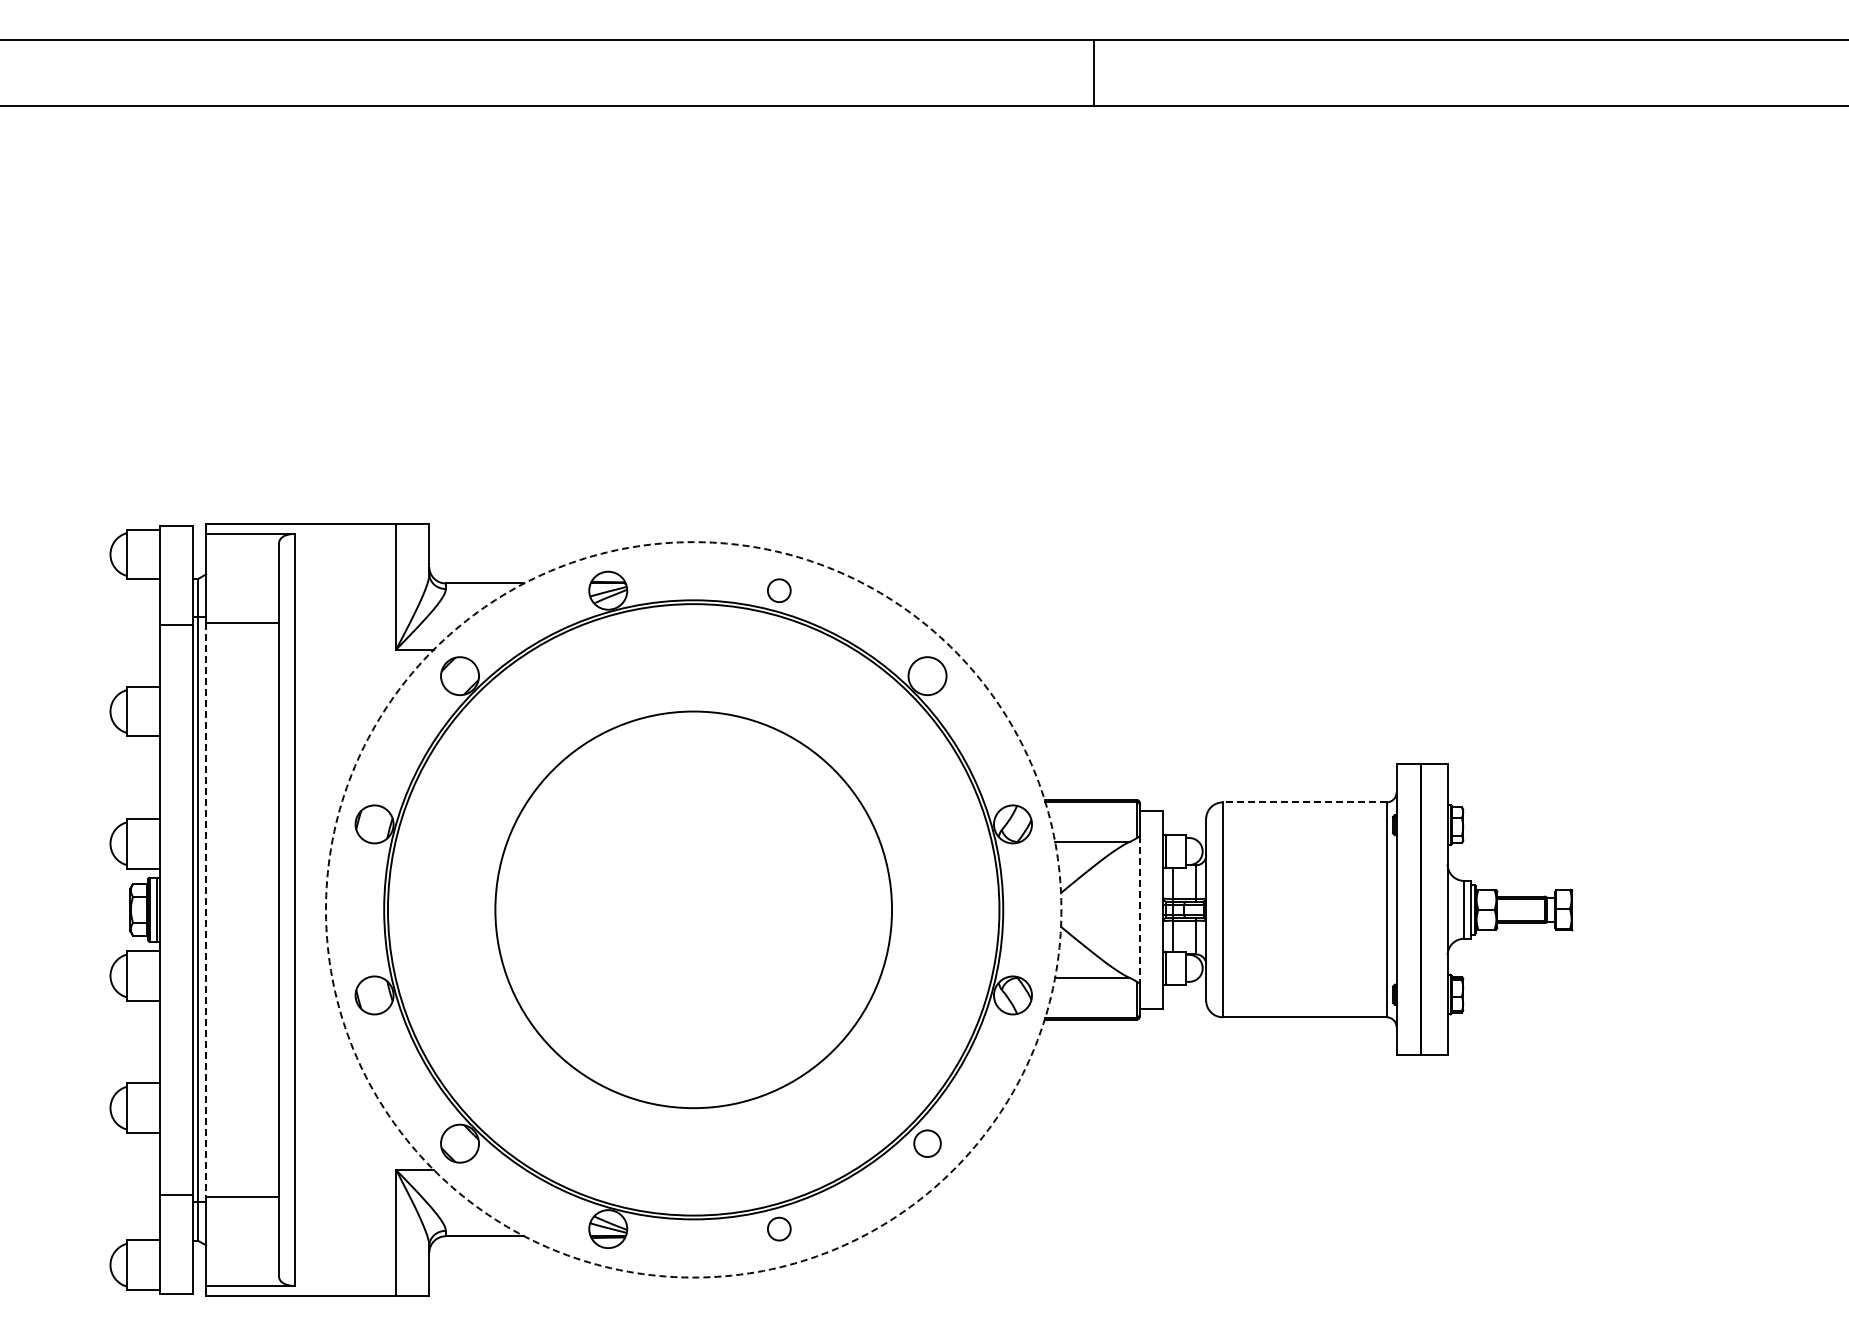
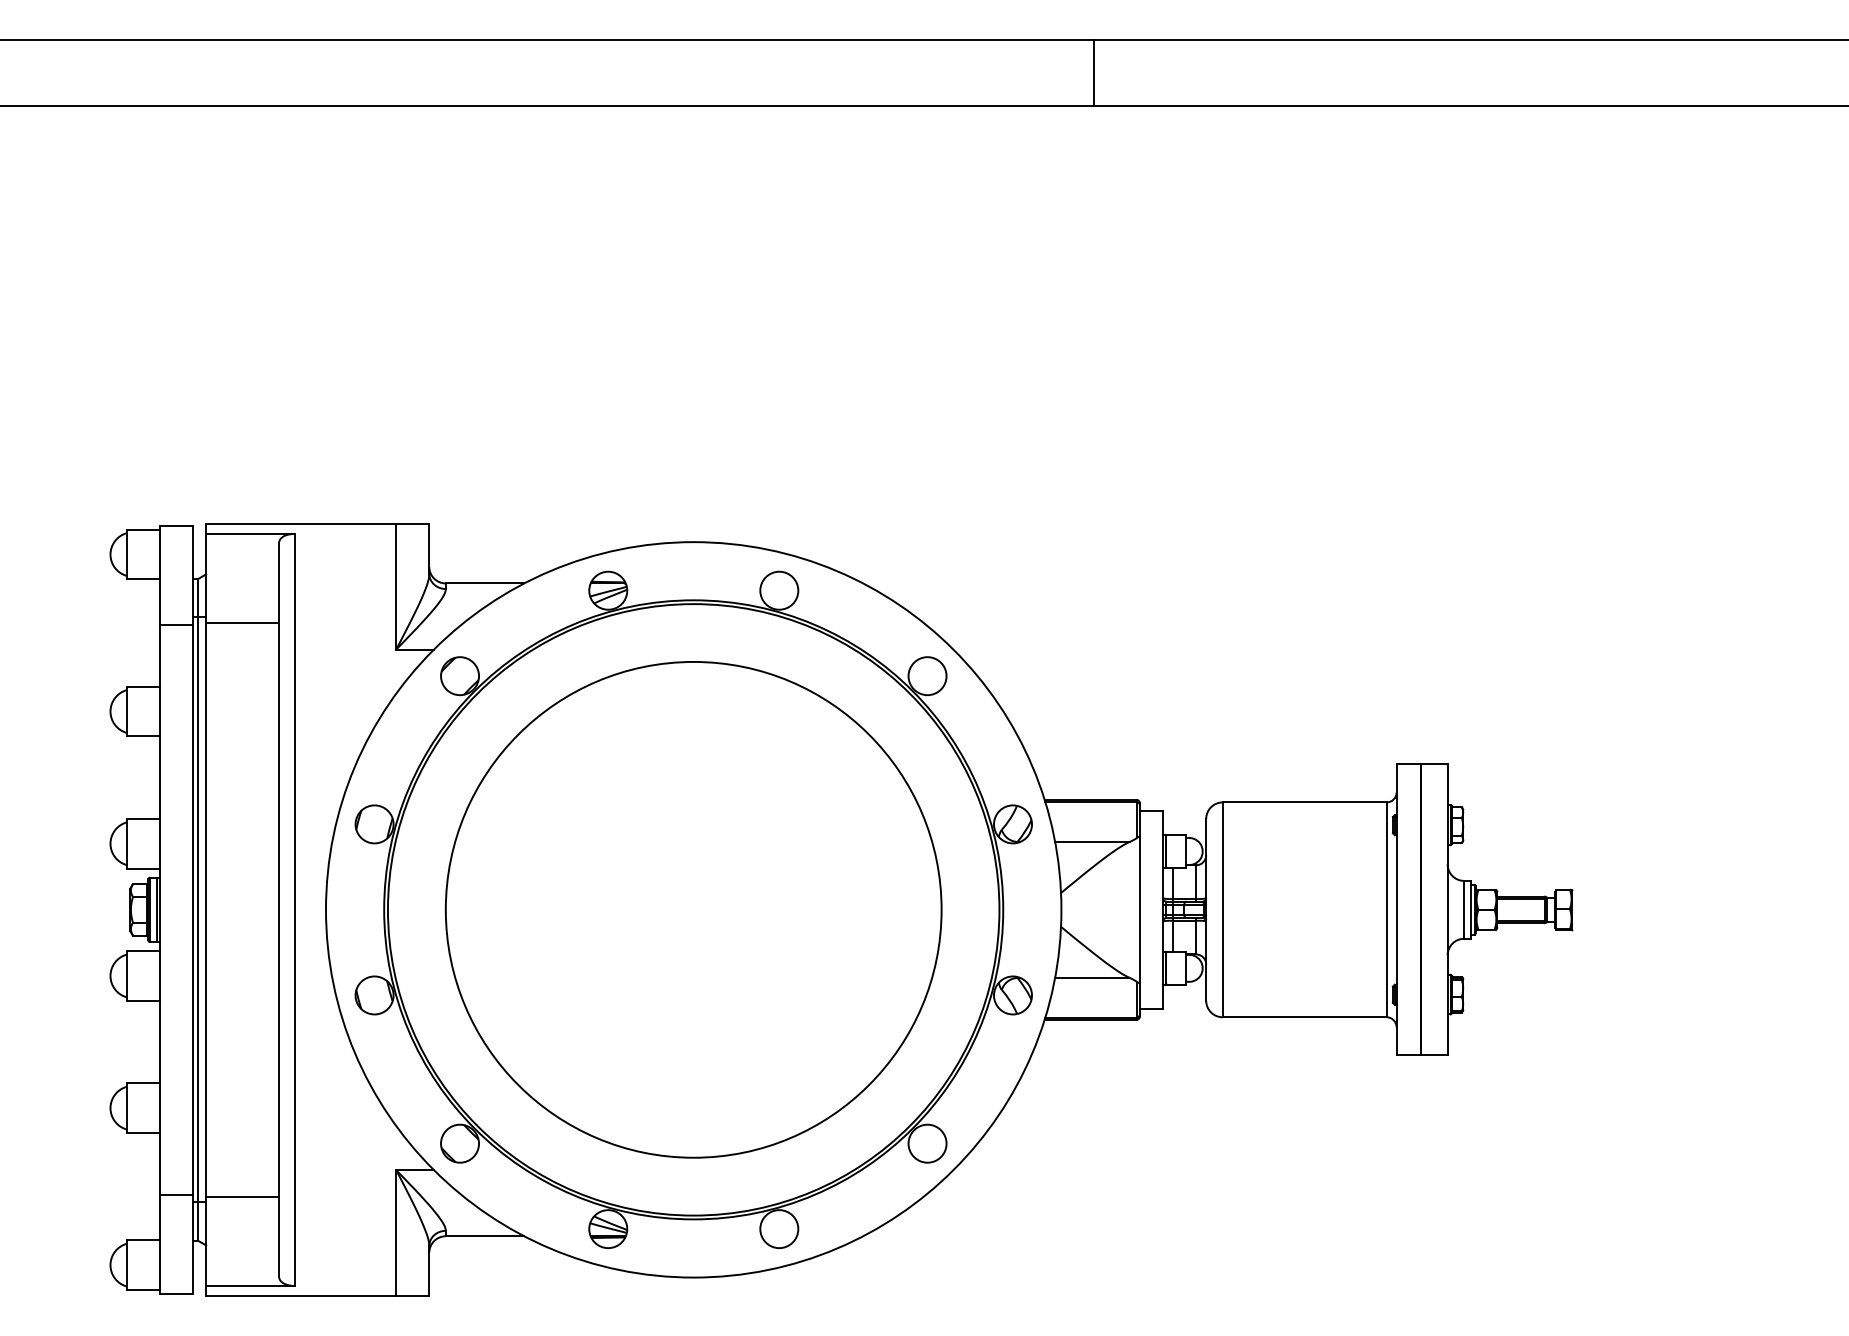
circle at (778, 590) diameter: 23 px -> 38 px
line at (1304, 802): dashed -> solid
line at (206, 909): dashed -> solid
circle at (693, 909) diameter: 397 px -> 496 px
circle at (693, 909): dashed -> solid
line at (1139, 910): dashed -> solid
circle at (927, 1143) diameter: 27 px -> 38 px
circle at (778, 1228) diameter: 23 px -> 38 px
